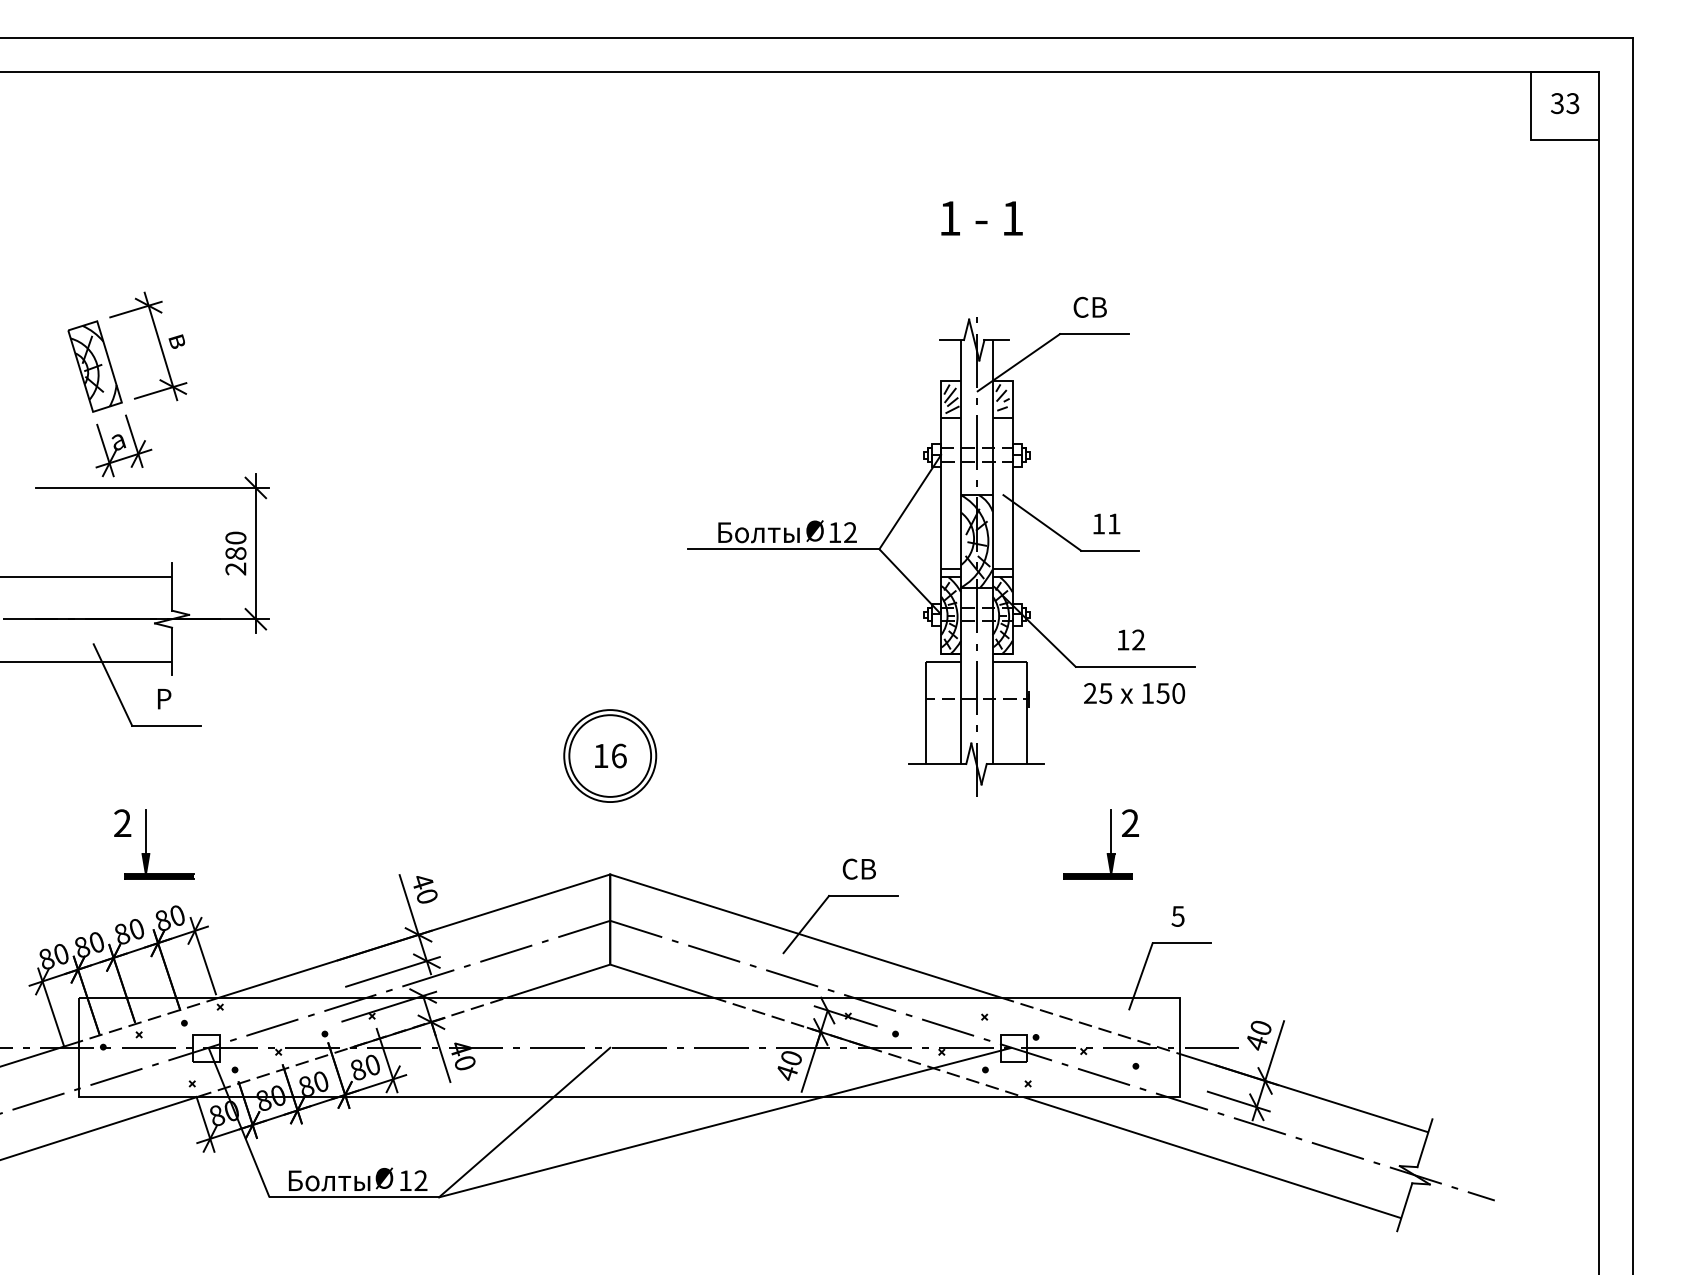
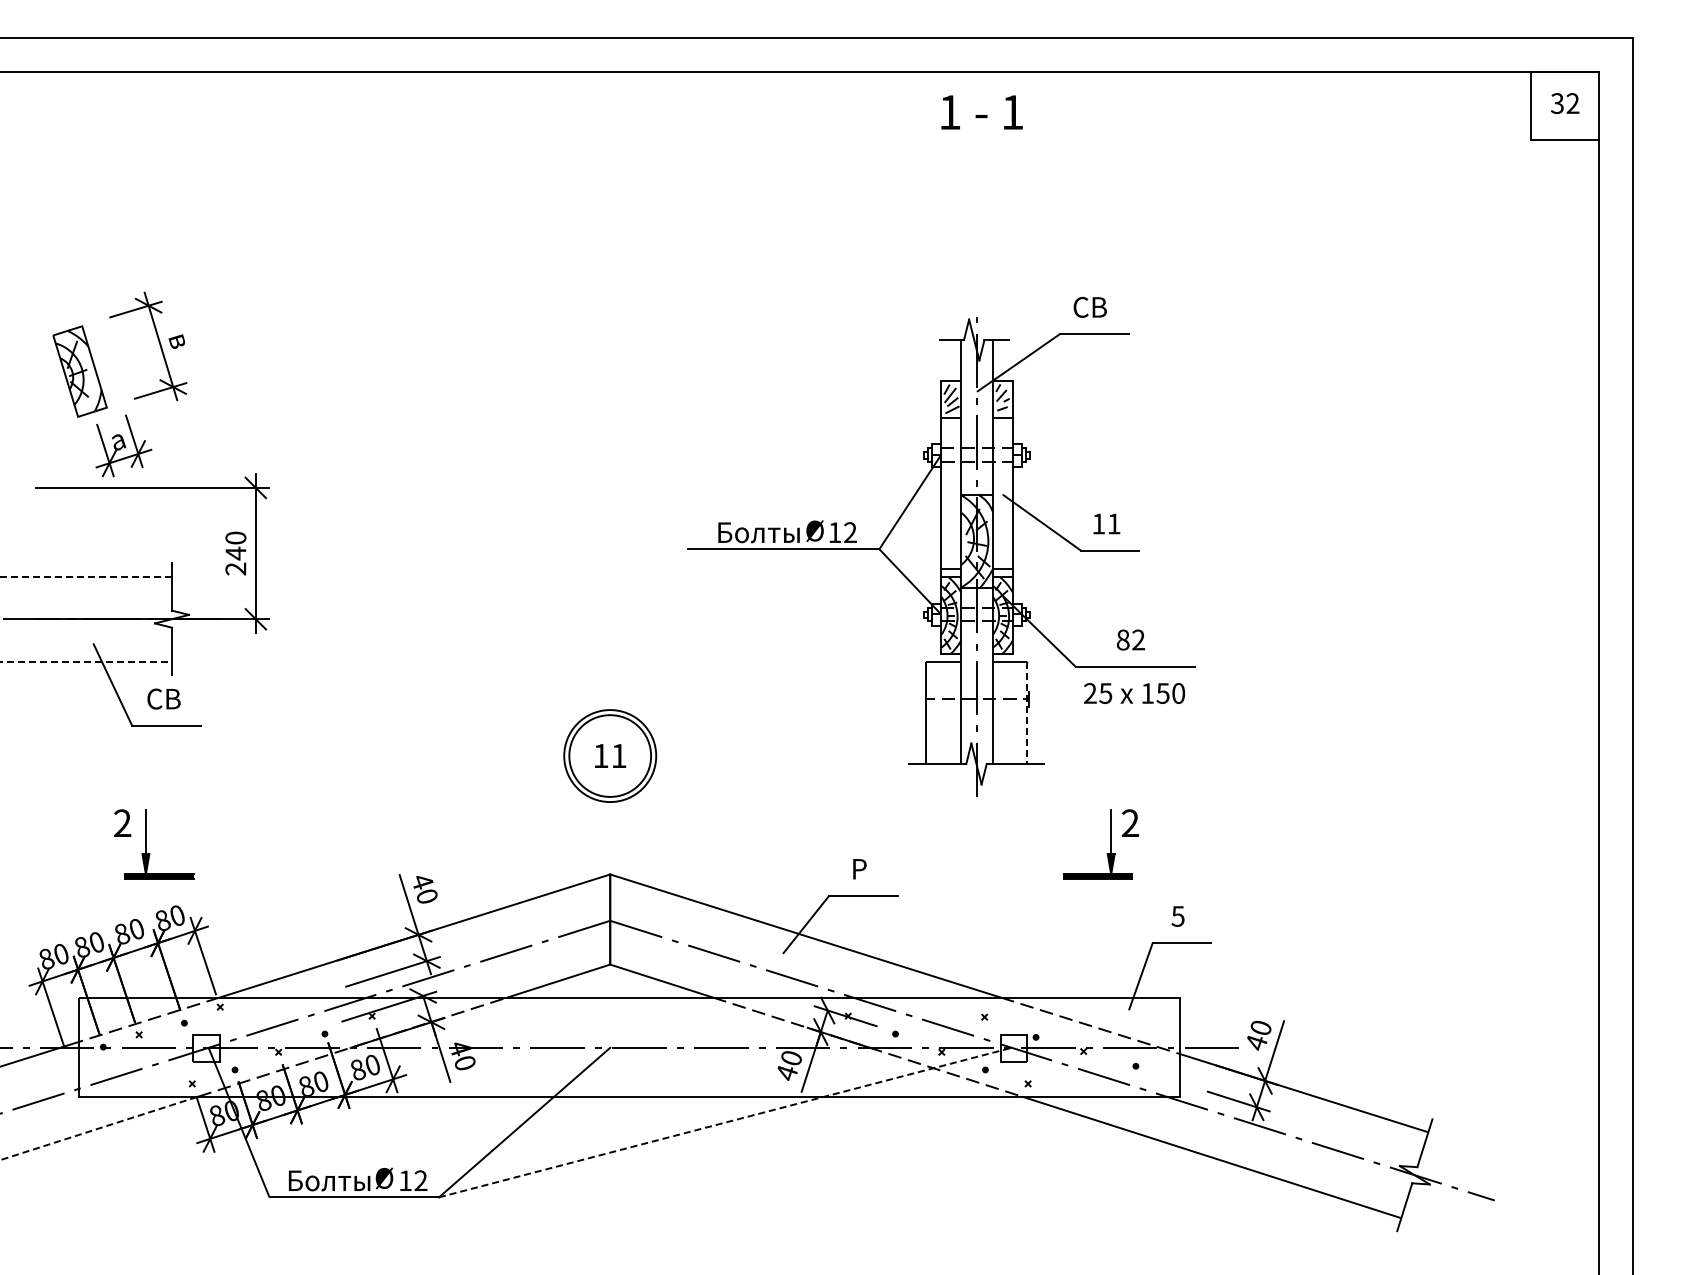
text at (1572, 103): 33 -> 32
text at (981, 218) position: (981, 218) -> (981, 112)
part at (94, 366) position: (94, 366) -> (79, 371)
text at (235, 553): 280 -> 240
line at (86, 576): solid -> dashed
text at (1122, 639): 12 -> 82
line at (86, 661): solid -> dashed
text at (163, 698): Р -> СВ
line at (1027, 712): solid -> dashed
text at (619, 755): 16 -> 11
text at (858, 868): СВ -> Р
line at (725, 1122): solid -> dashed
line at (98, 1128): solid -> dashed
